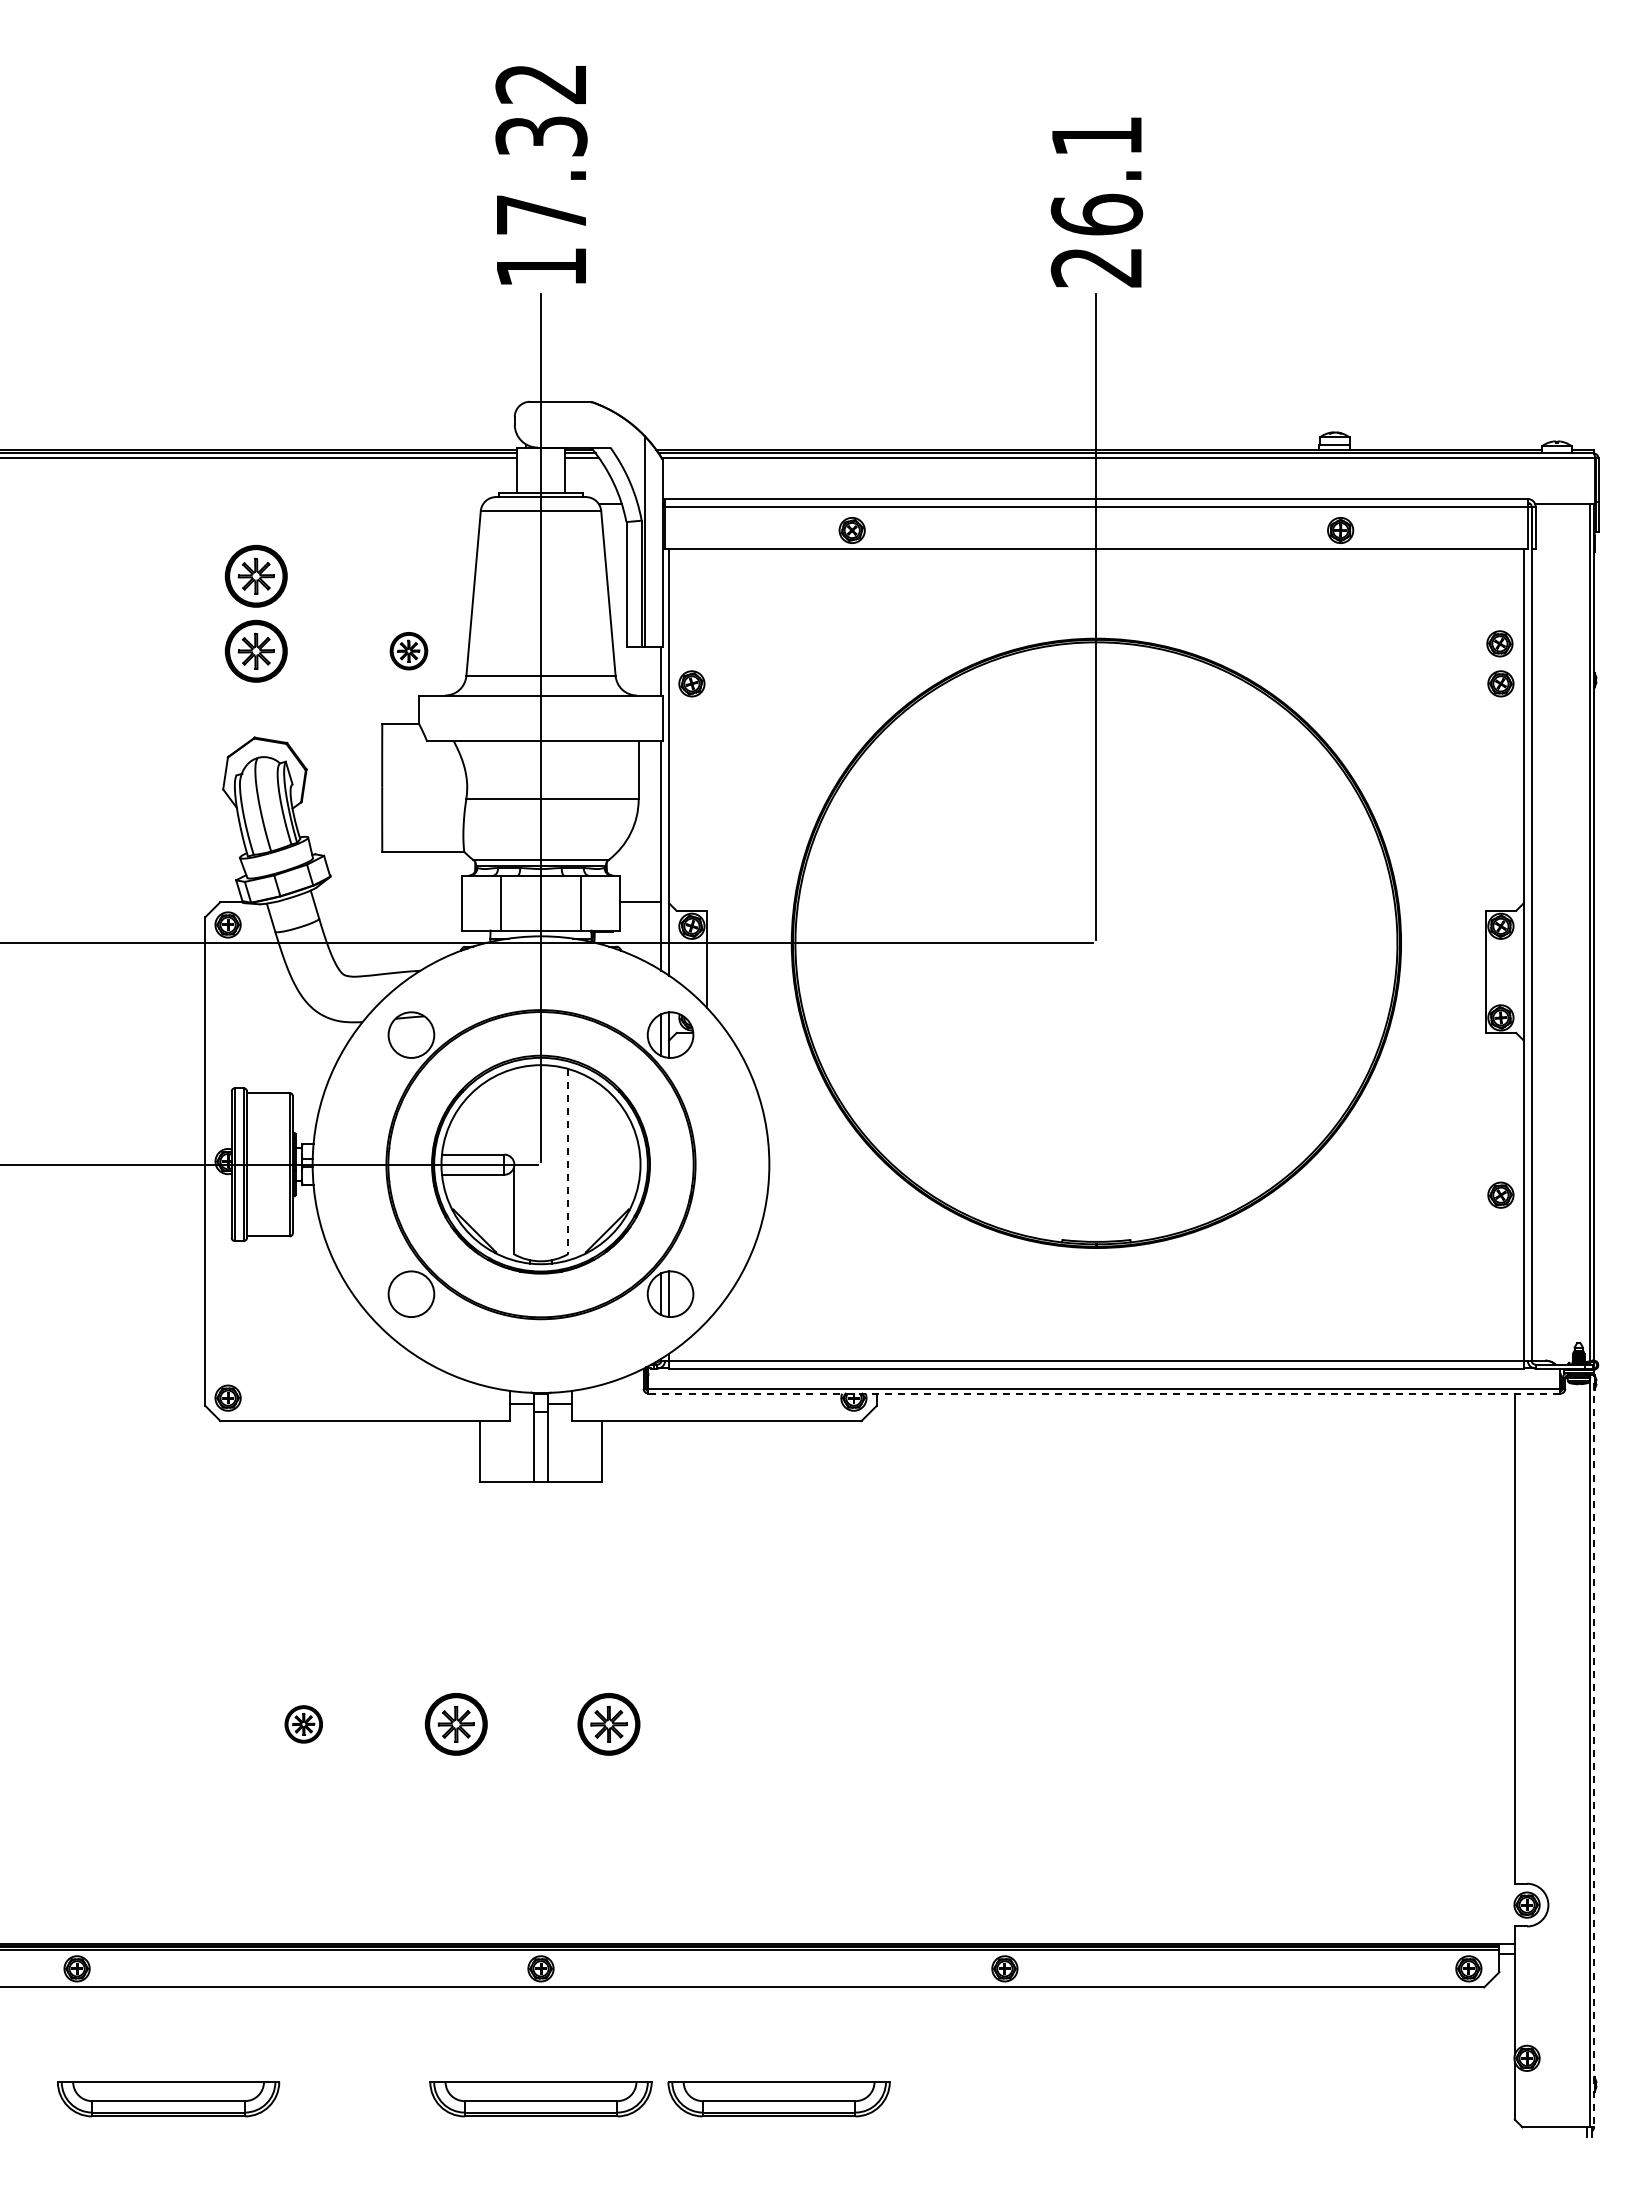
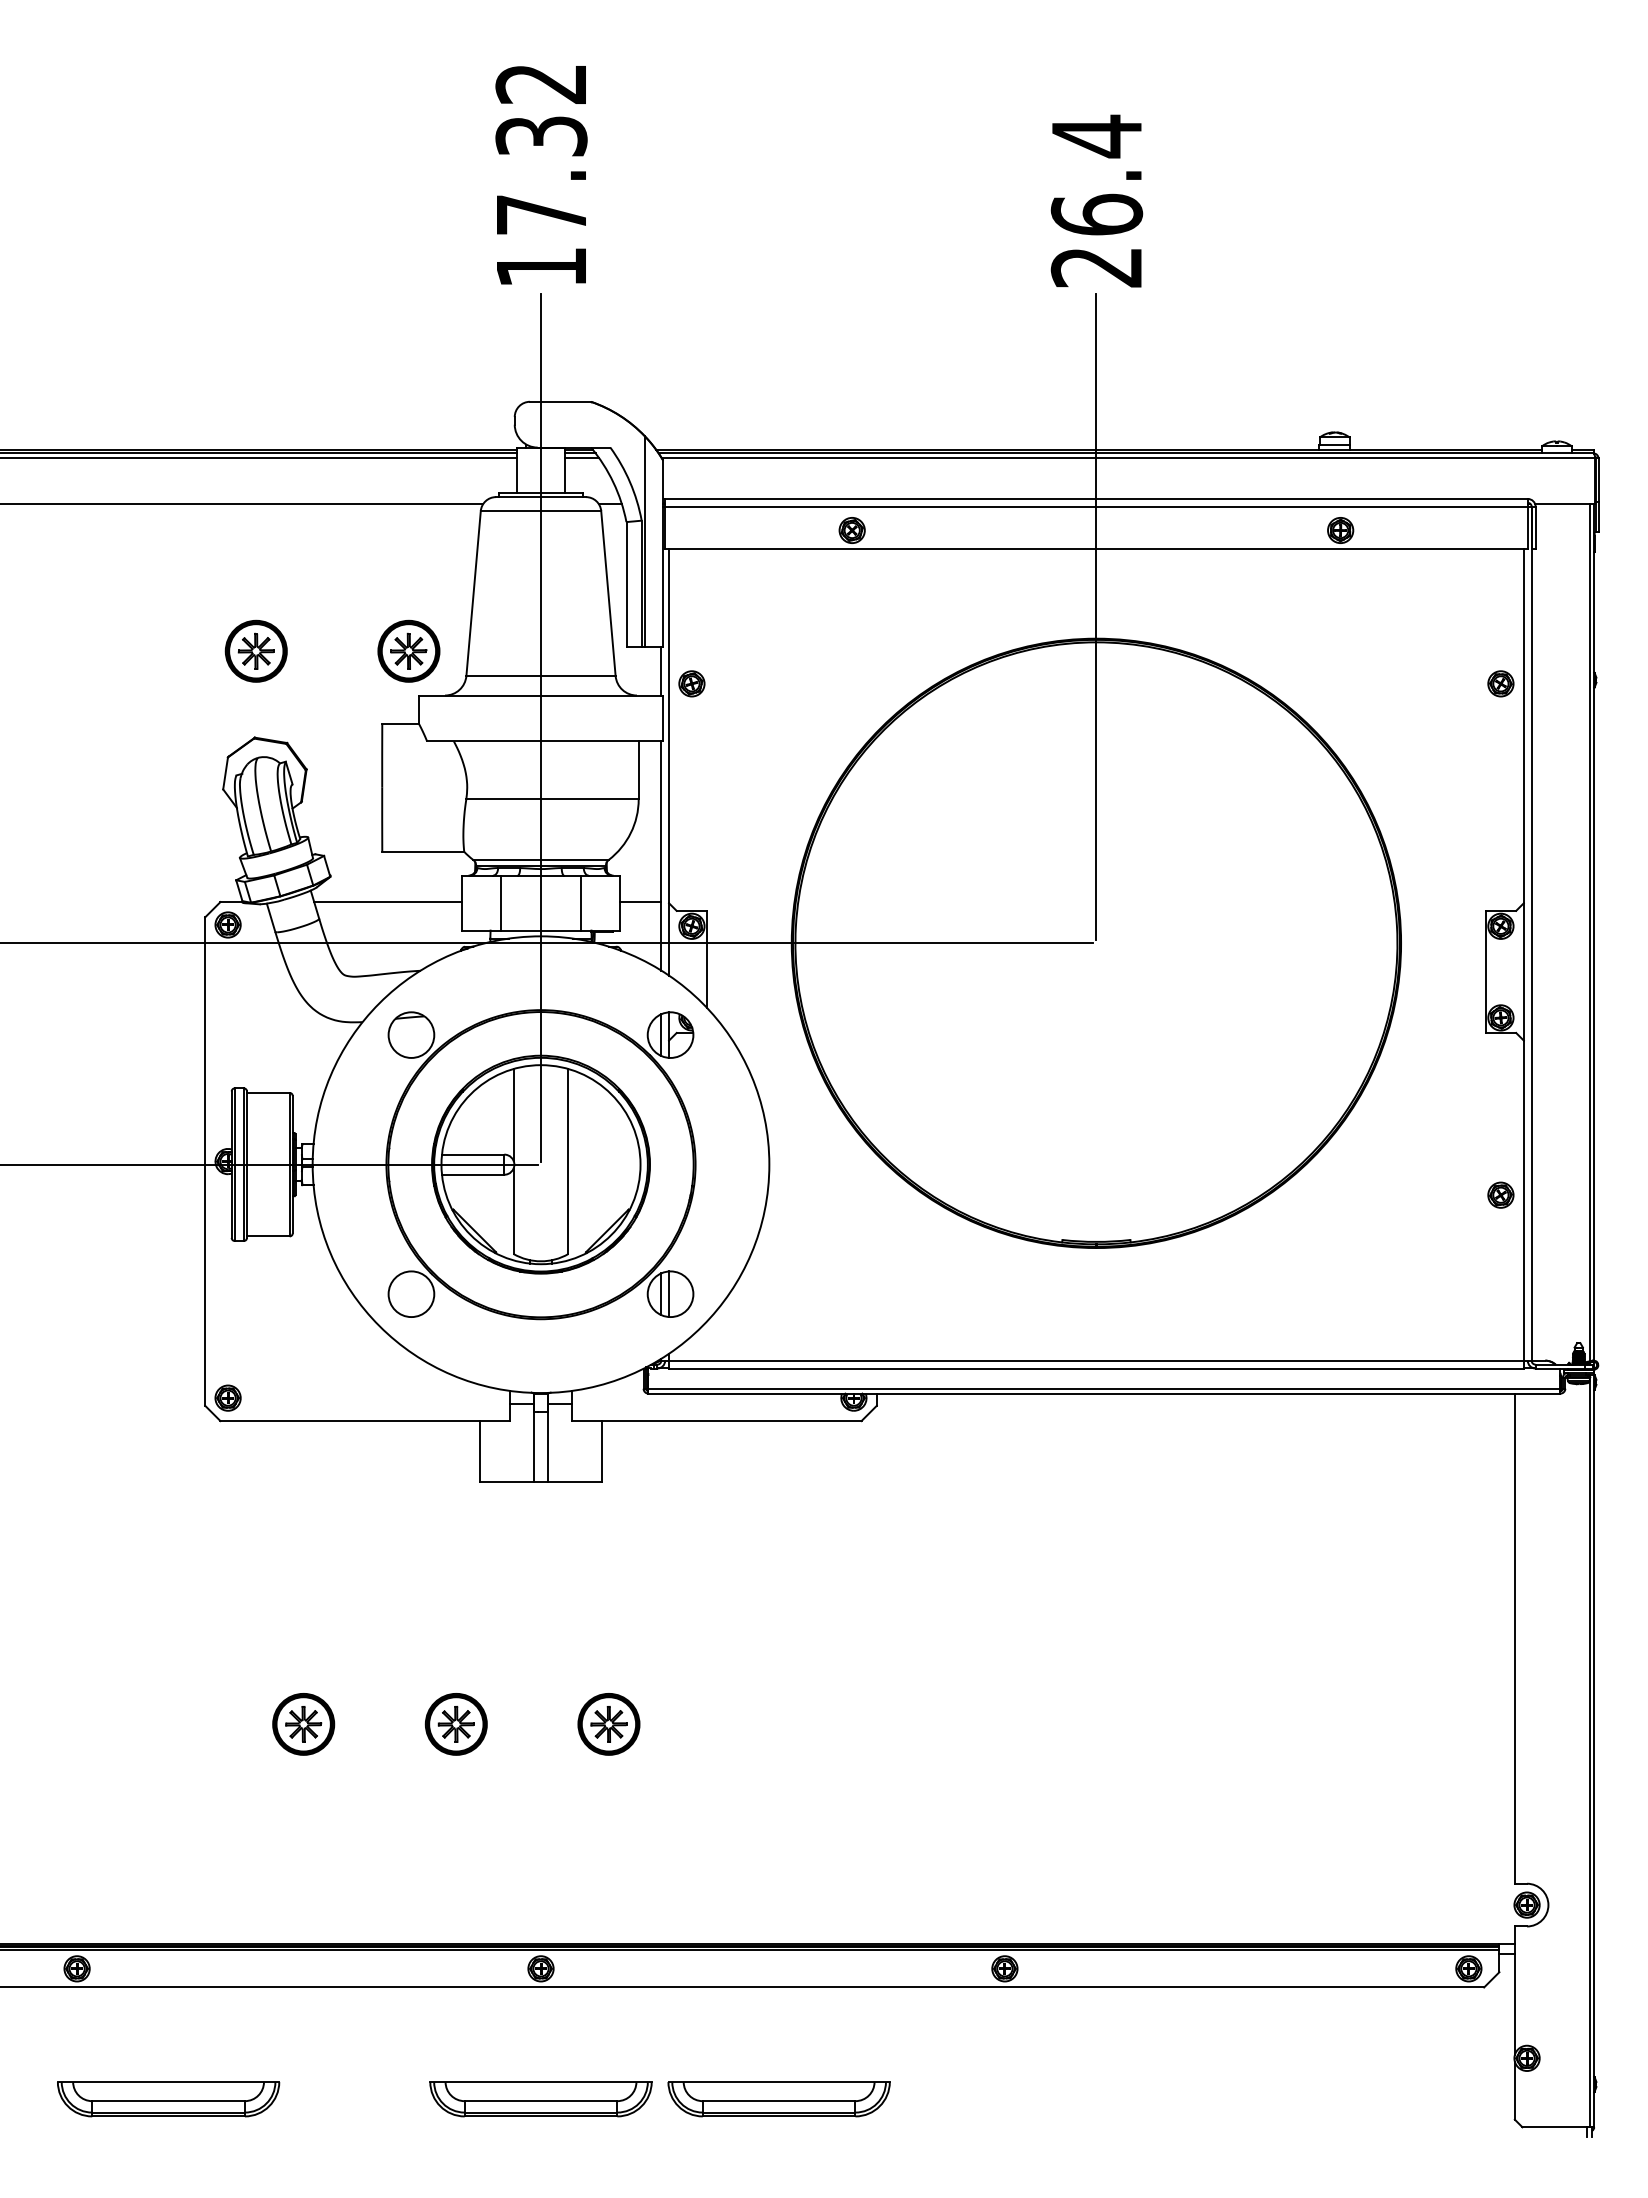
text at (1096, 136): 26.1 -> 26.4
line at (242, 503): none -> present
part at (255, 575): present -> none
part at (1499, 643): present -> none
part at (408, 651) size: 40x39 px -> 64x64 px
line at (387, 902): none -> present
line at (513, 1114): none -> present
line at (568, 1161): dashed -> solid
line at (1104, 1393): dashed -> solid
part at (303, 1724) size: 39x39 px -> 64x63 px
line at (1594, 1748): dashed -> solid
